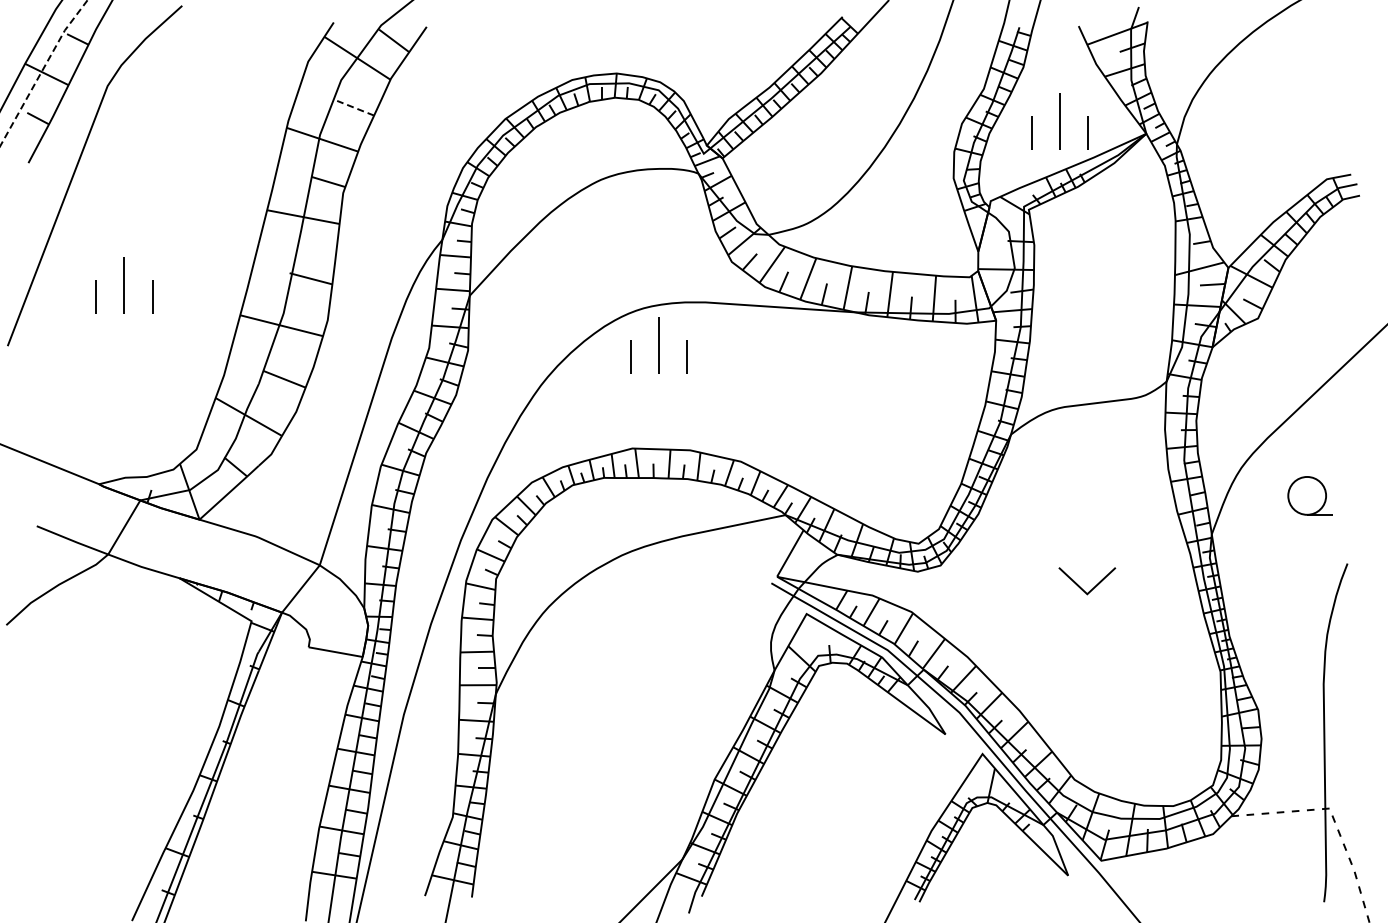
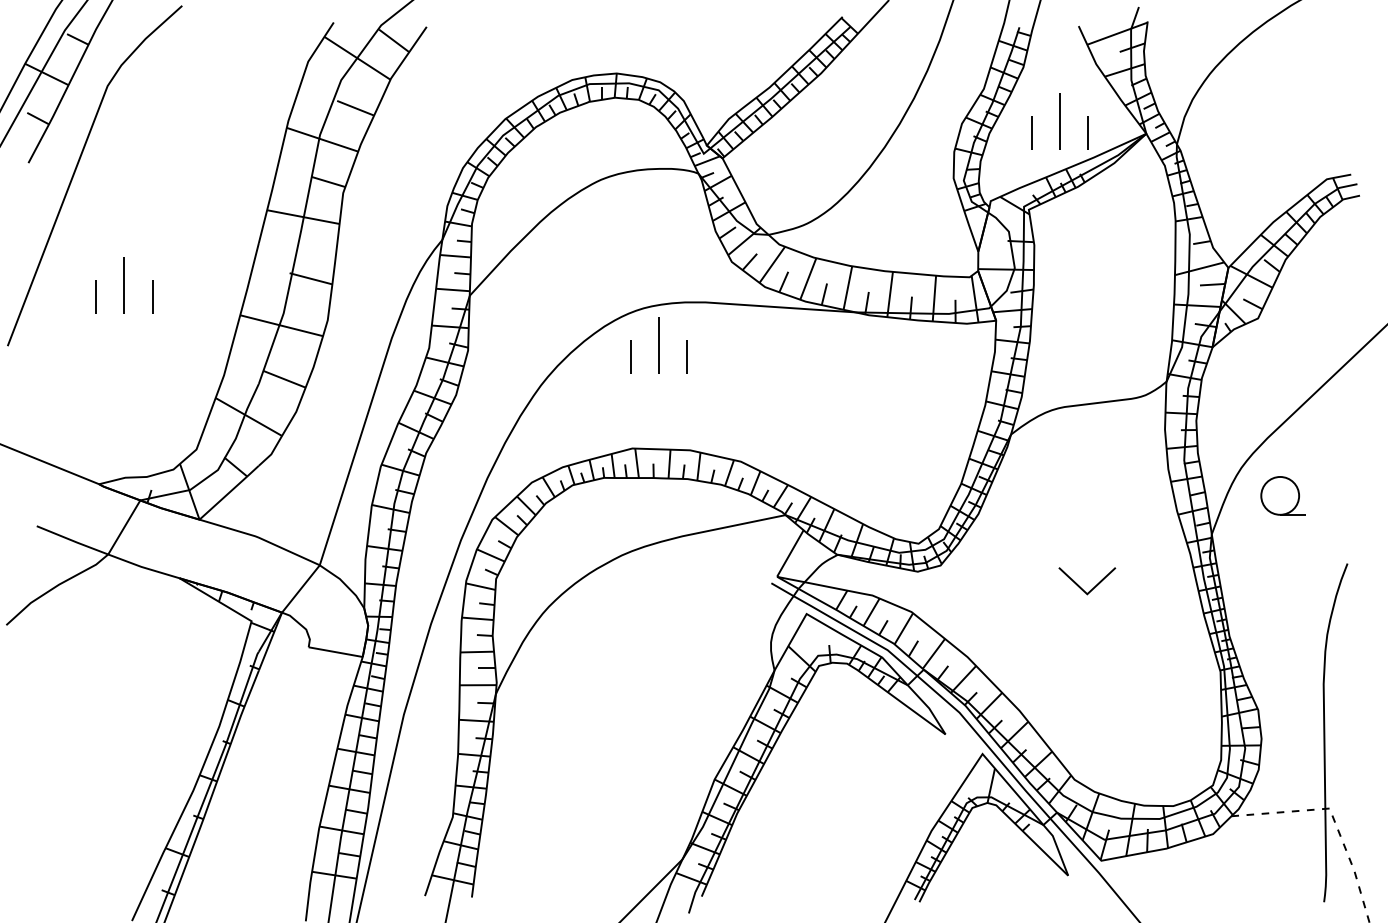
line at (42, 71): dashed -> solid
line at (355, 108): dashed -> solid
part at (1309, 495) position: (1309, 495) -> (1282, 495)
